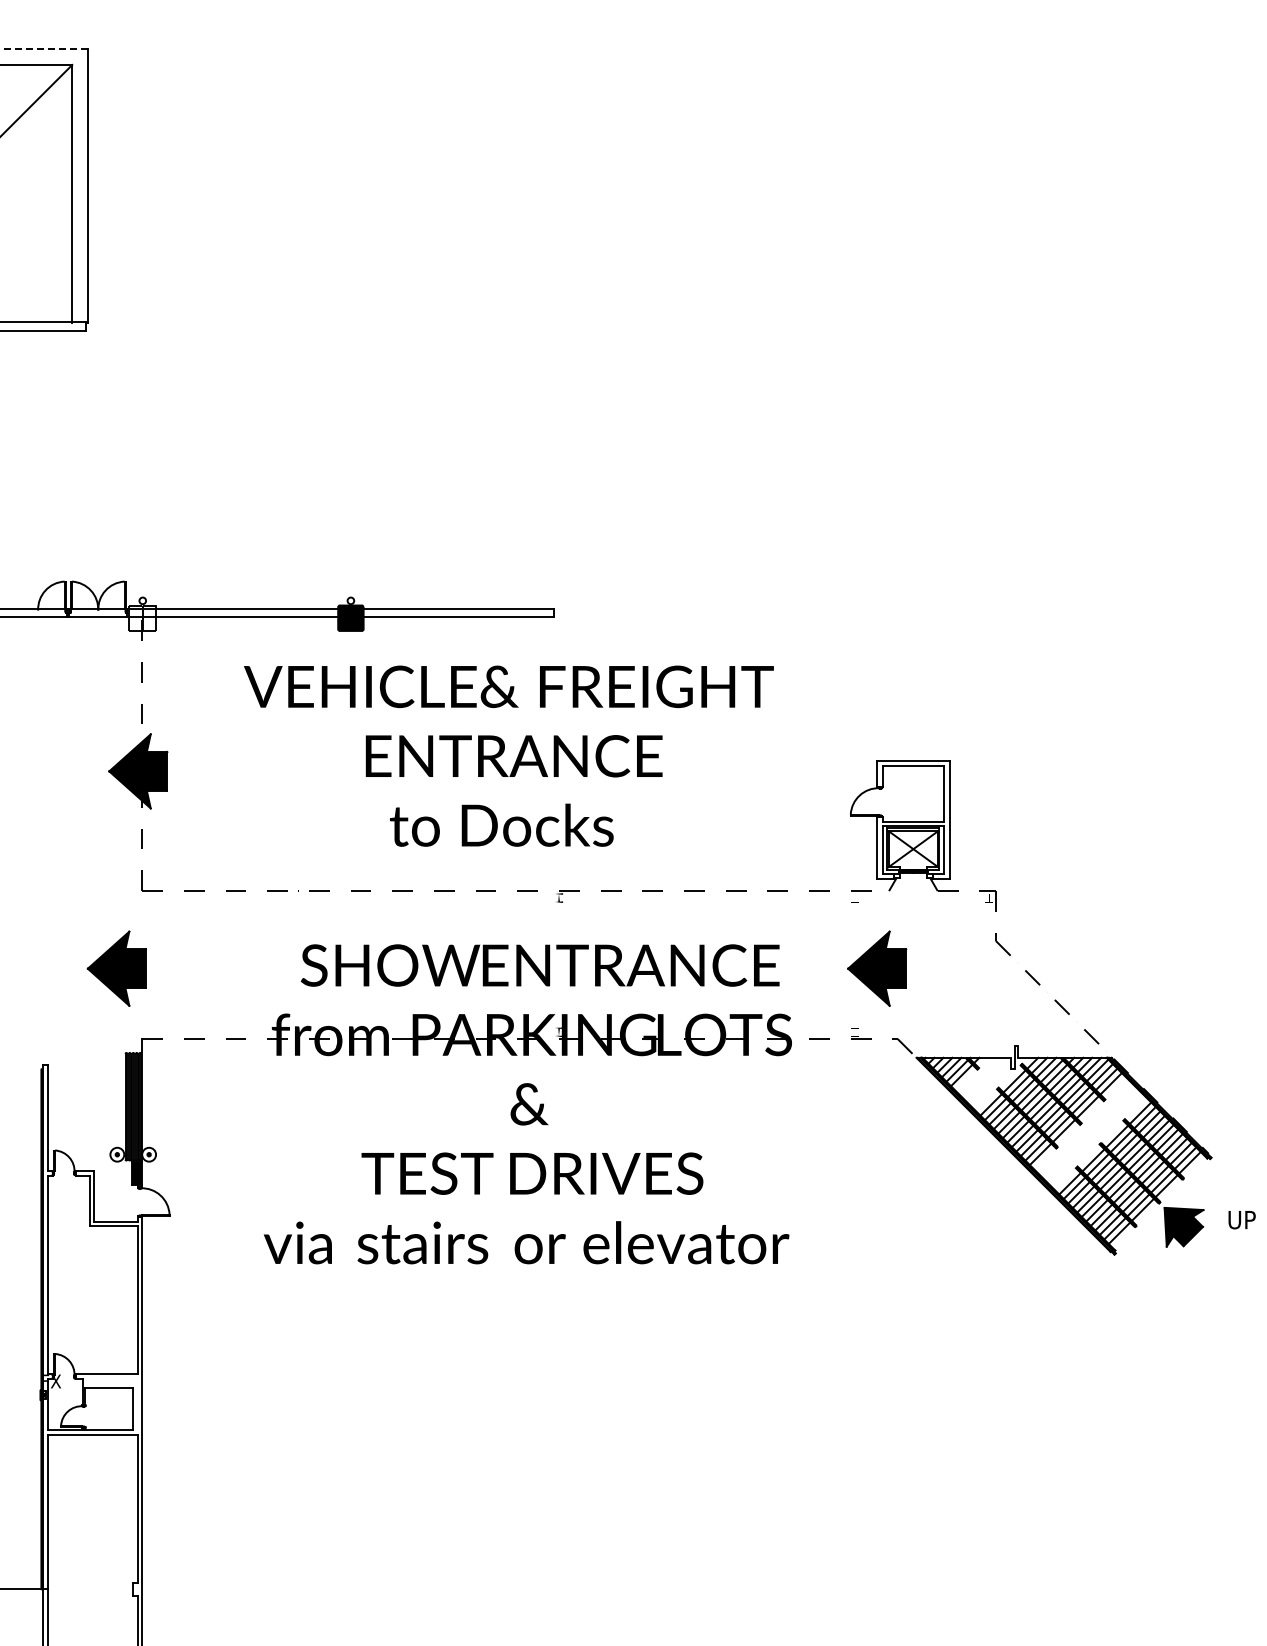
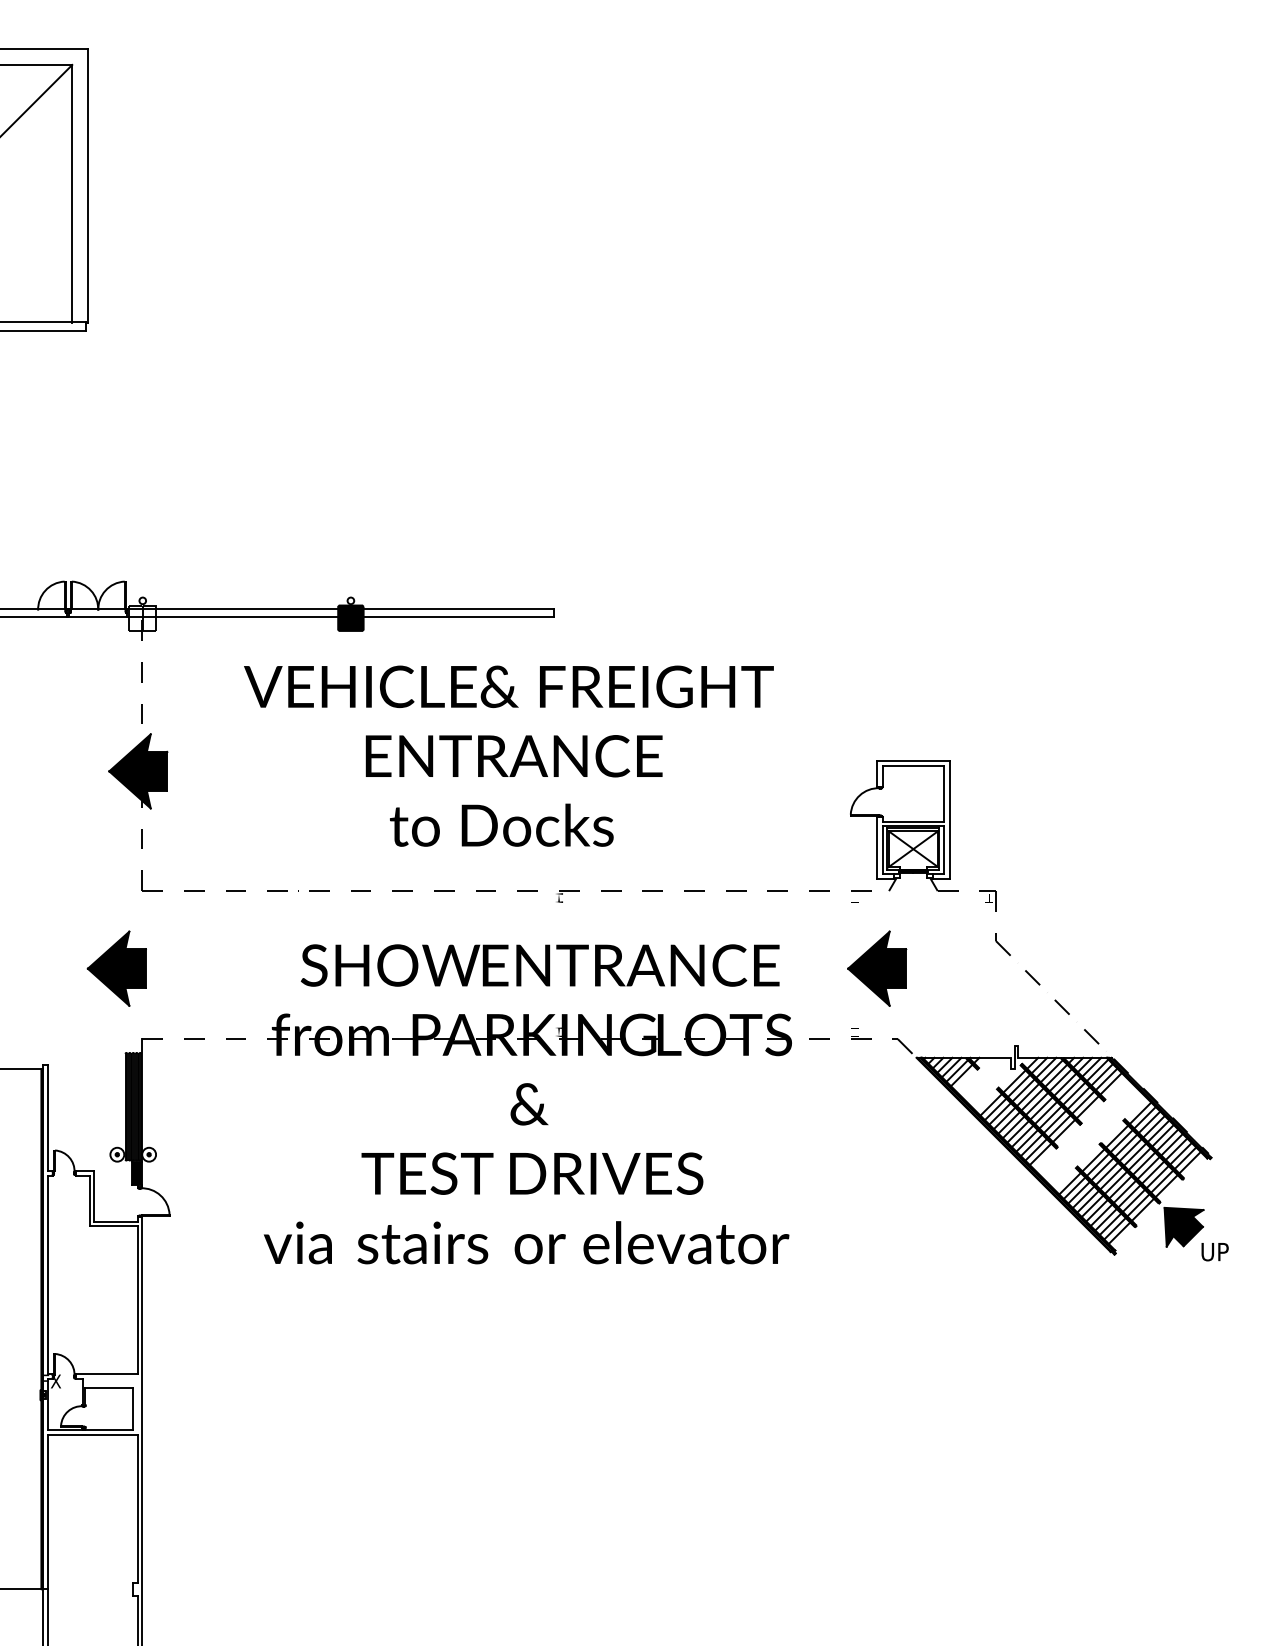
line at (43, 49): dashed -> solid
line at (22, 1069): none -> present
text at (1241, 1220) position: (1241, 1220) -> (1214, 1252)
